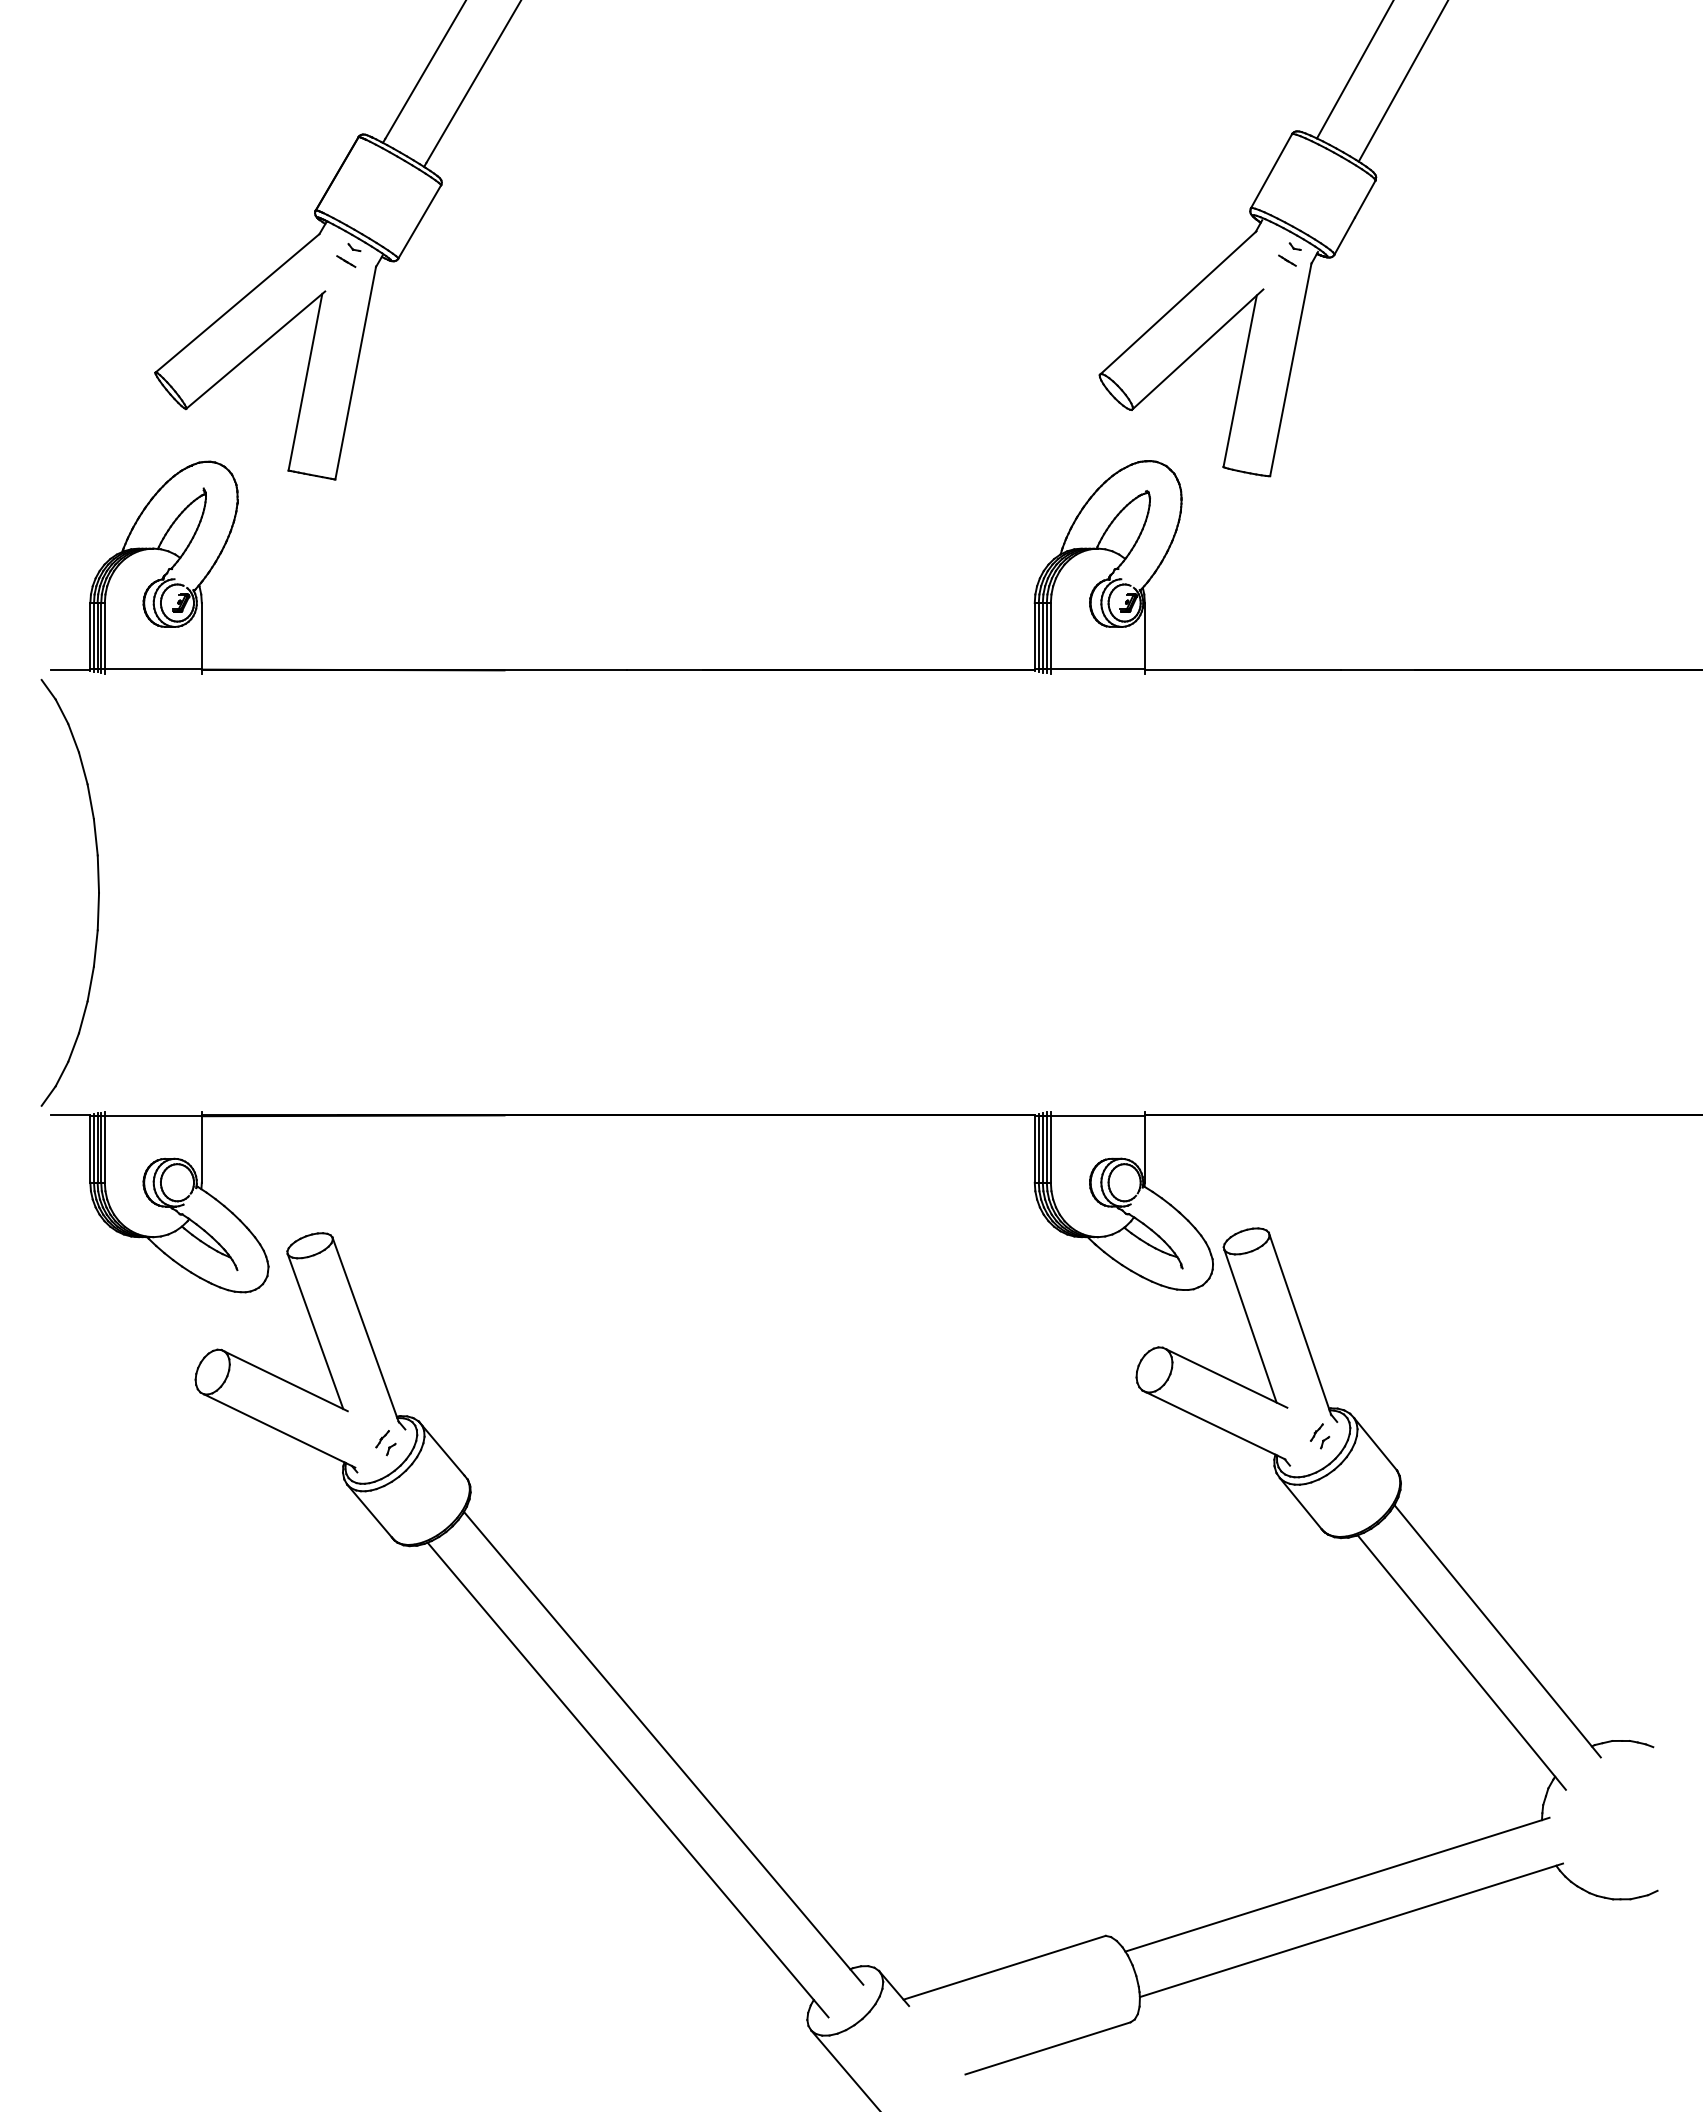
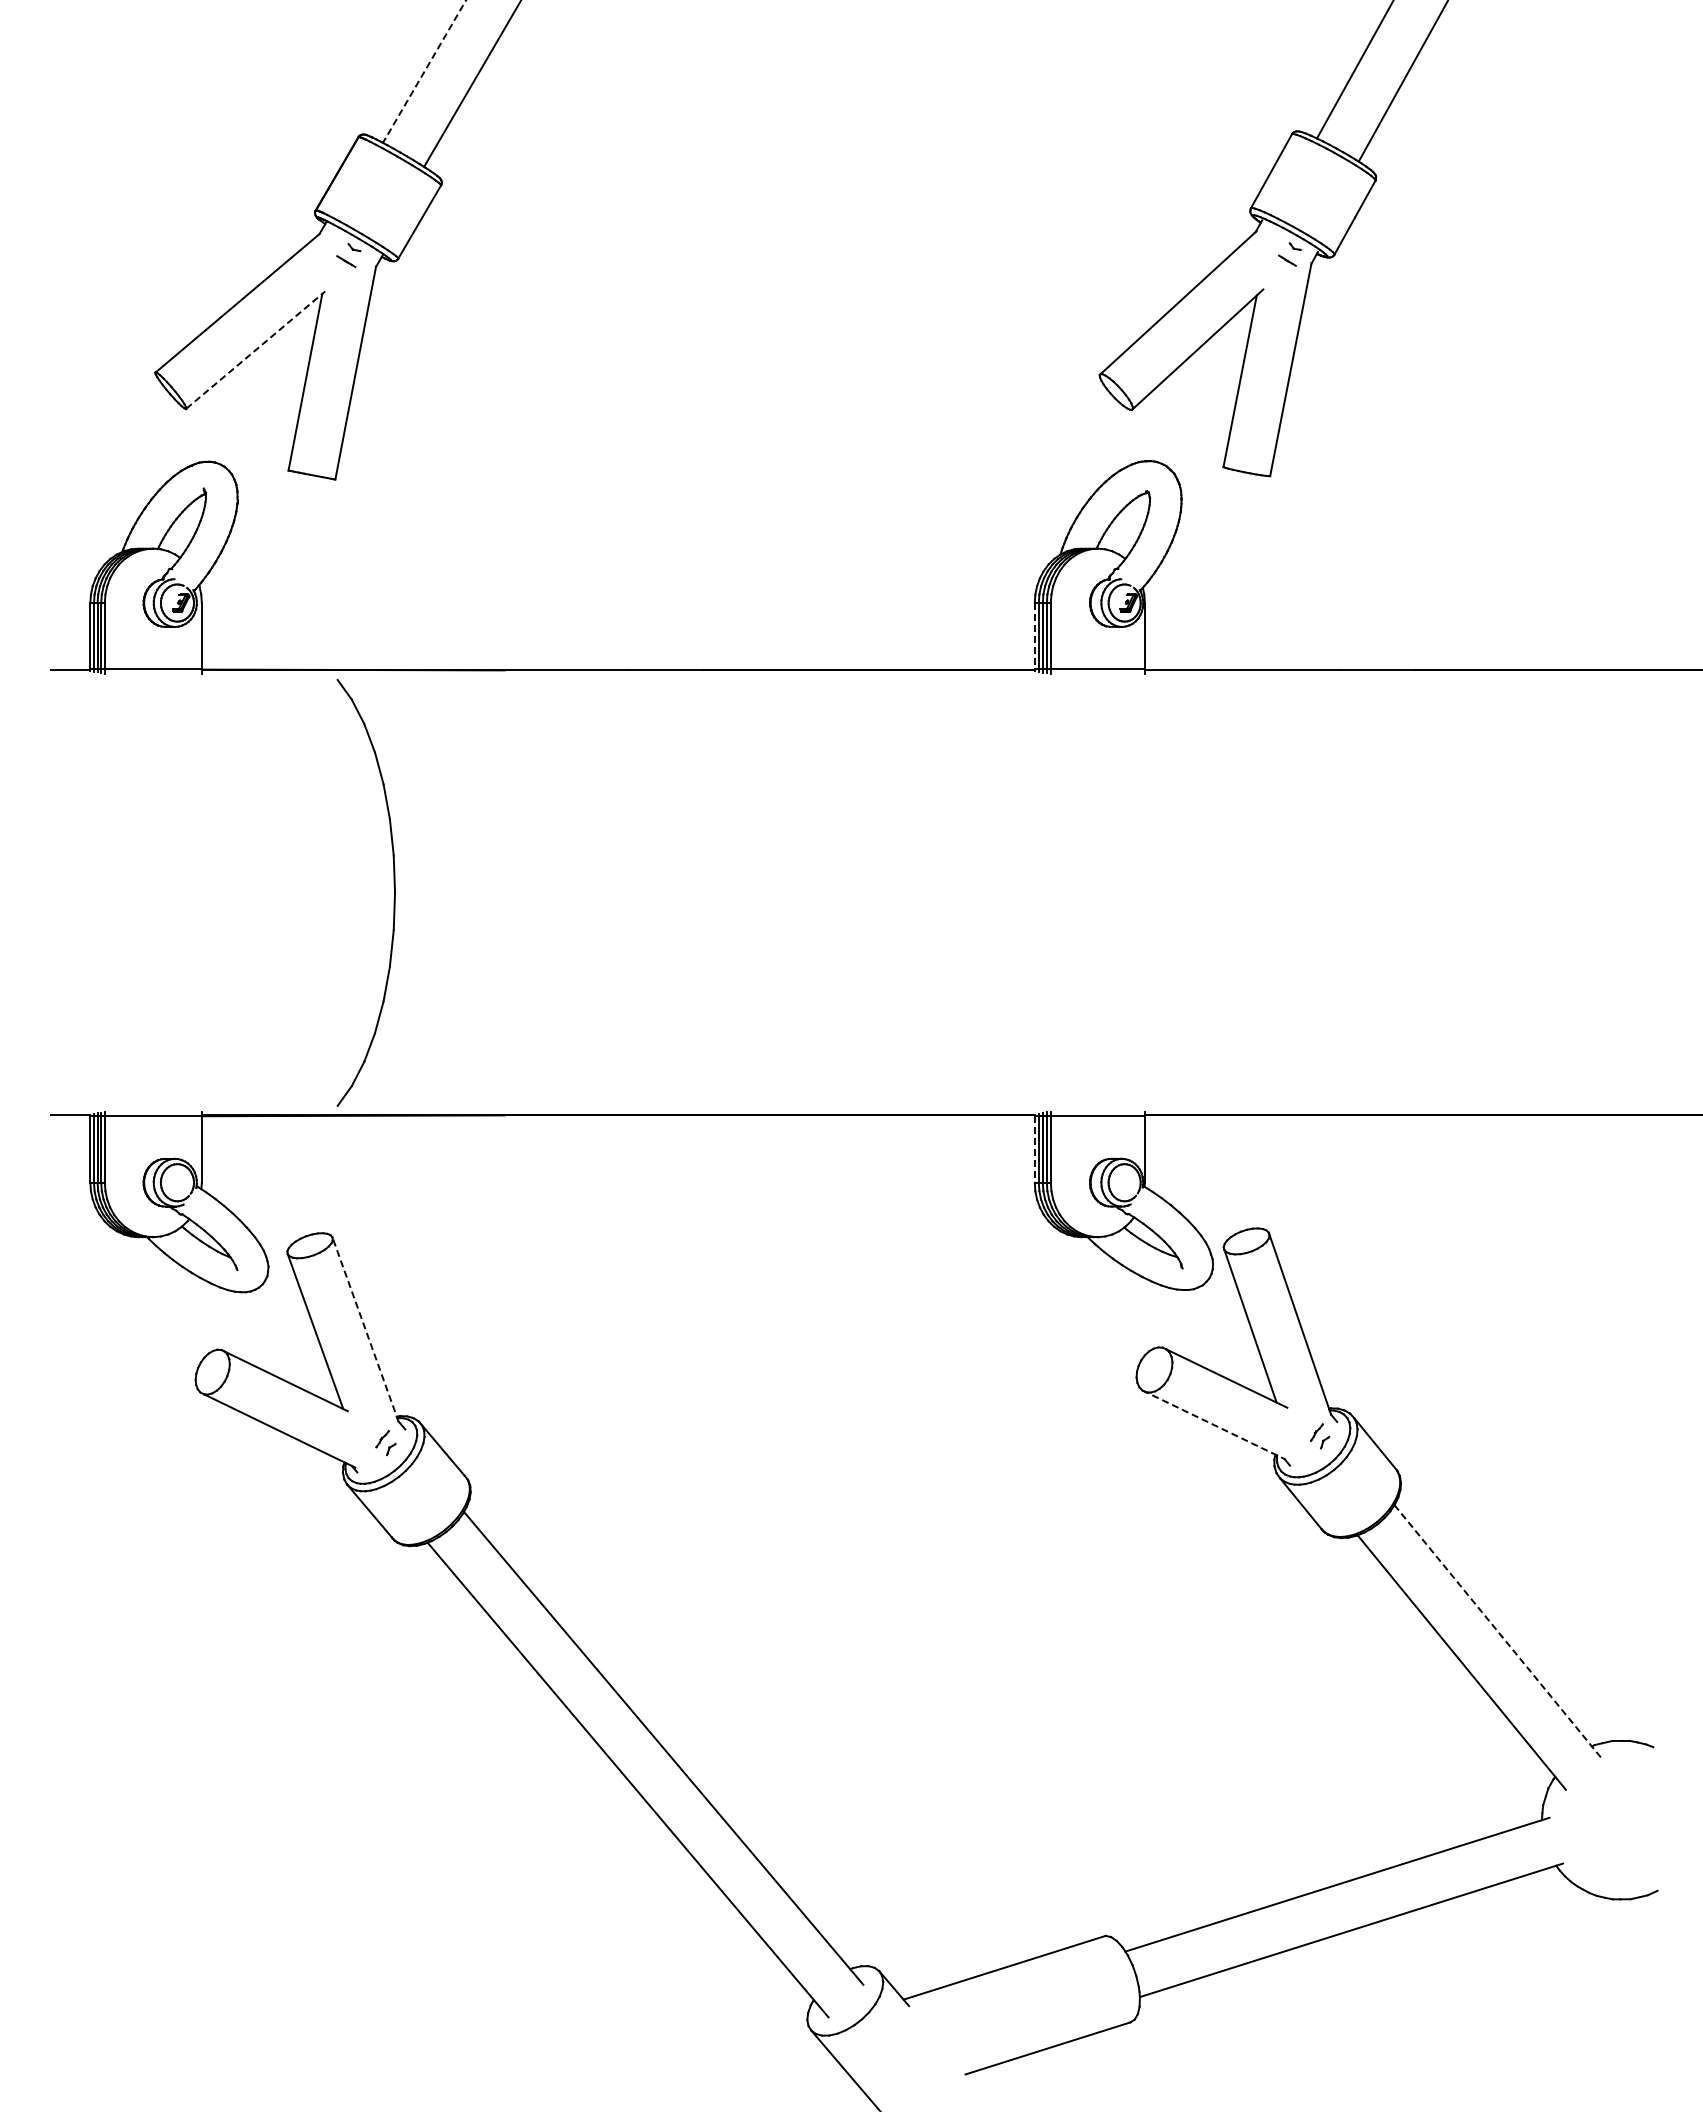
line at (425, 69): solid -> dashed
line at (255, 350): solid -> dashed
line at (1034, 636): solid -> dashed
part at (97, 886) position: (97, 886) -> (393, 886)
line at (1034, 1150): solid -> dashed
line at (365, 1329): solid -> dashed
line at (1214, 1425): solid -> dashed
line at (1497, 1631): solid -> dashed
